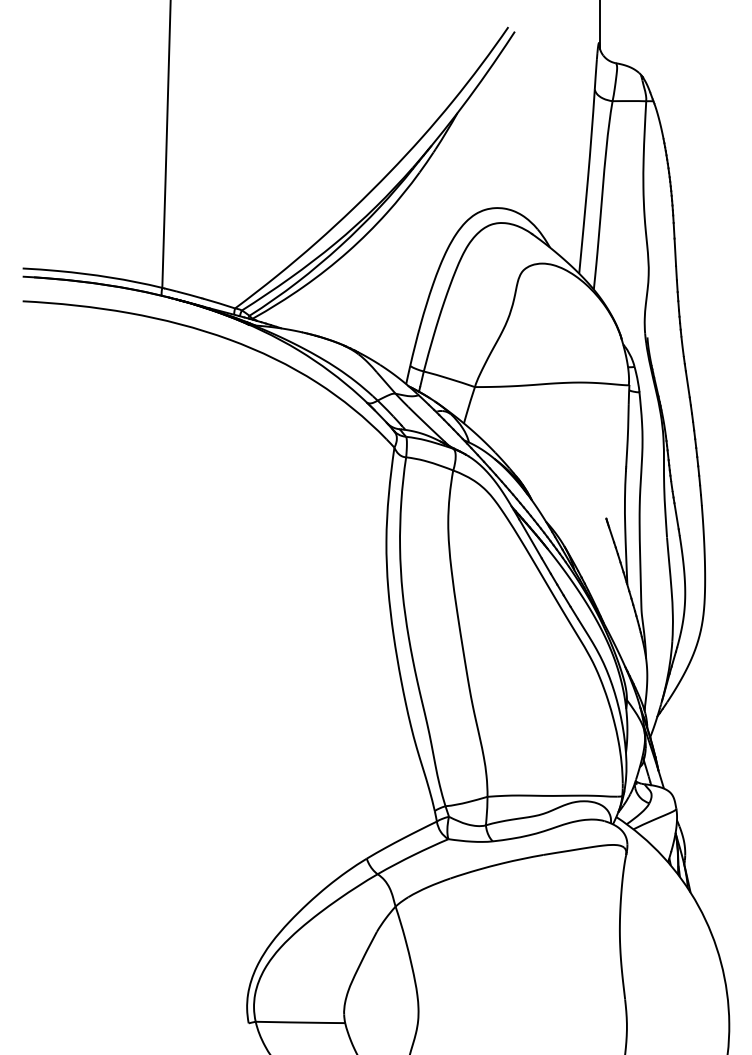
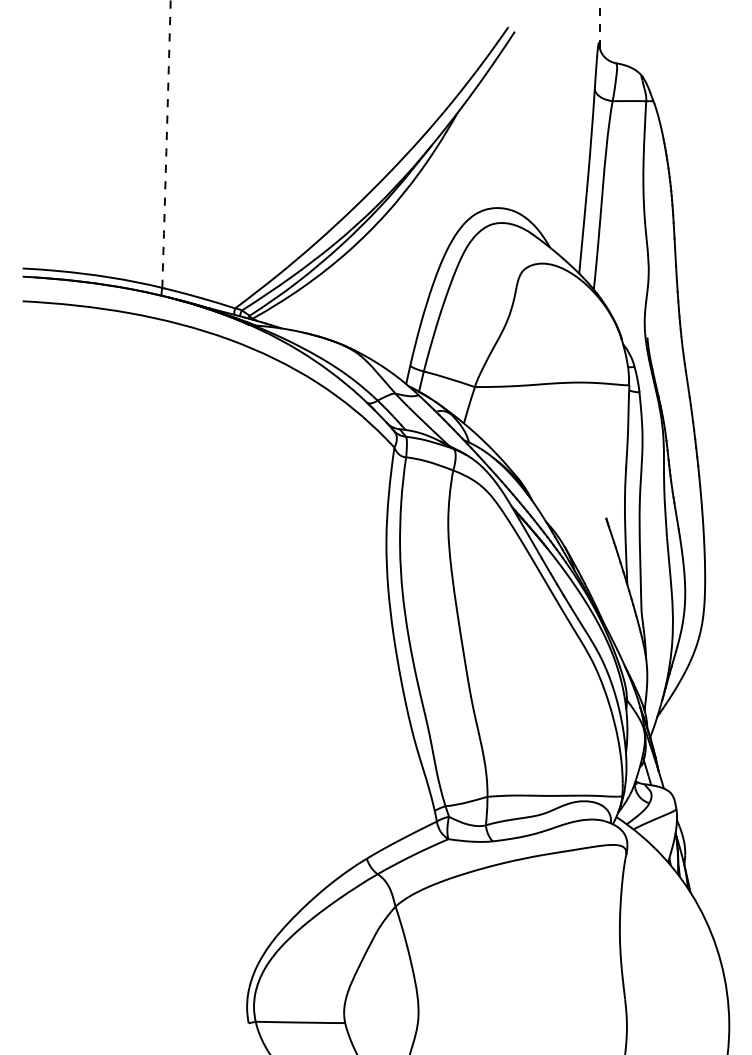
line at (599, 24): solid -> dashed
arc at (166, 144): solid -> dashed
